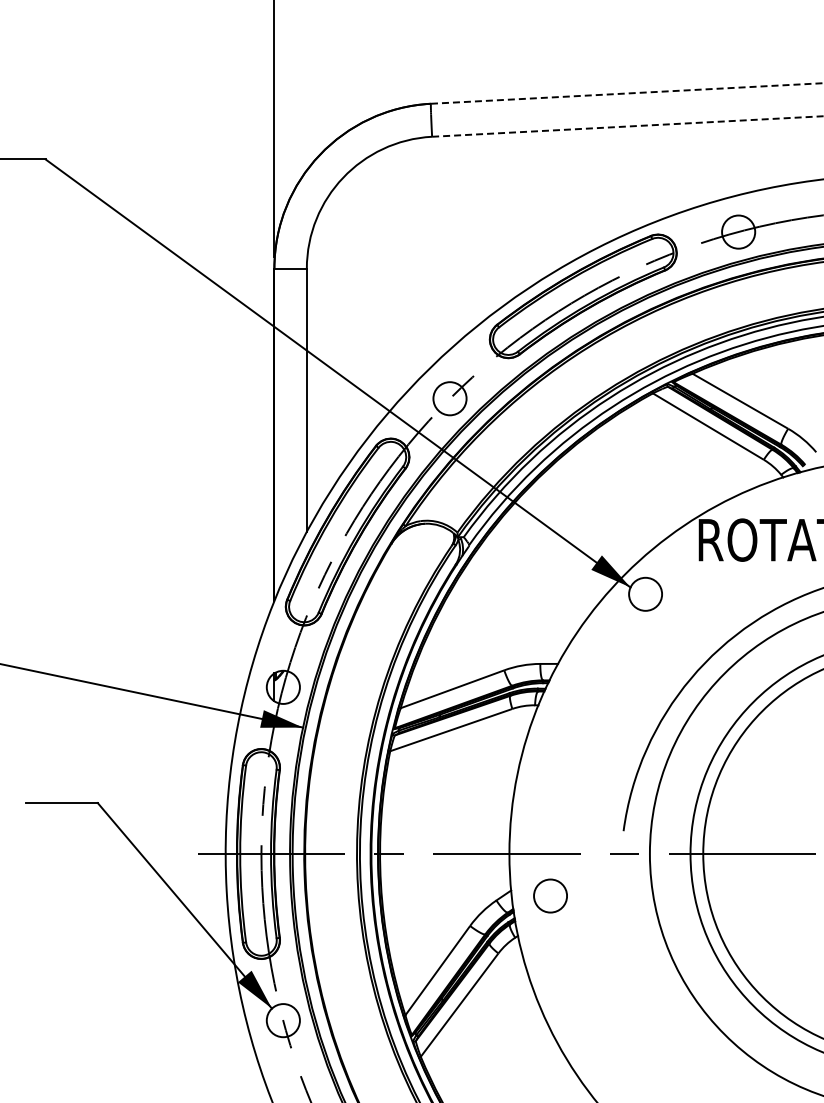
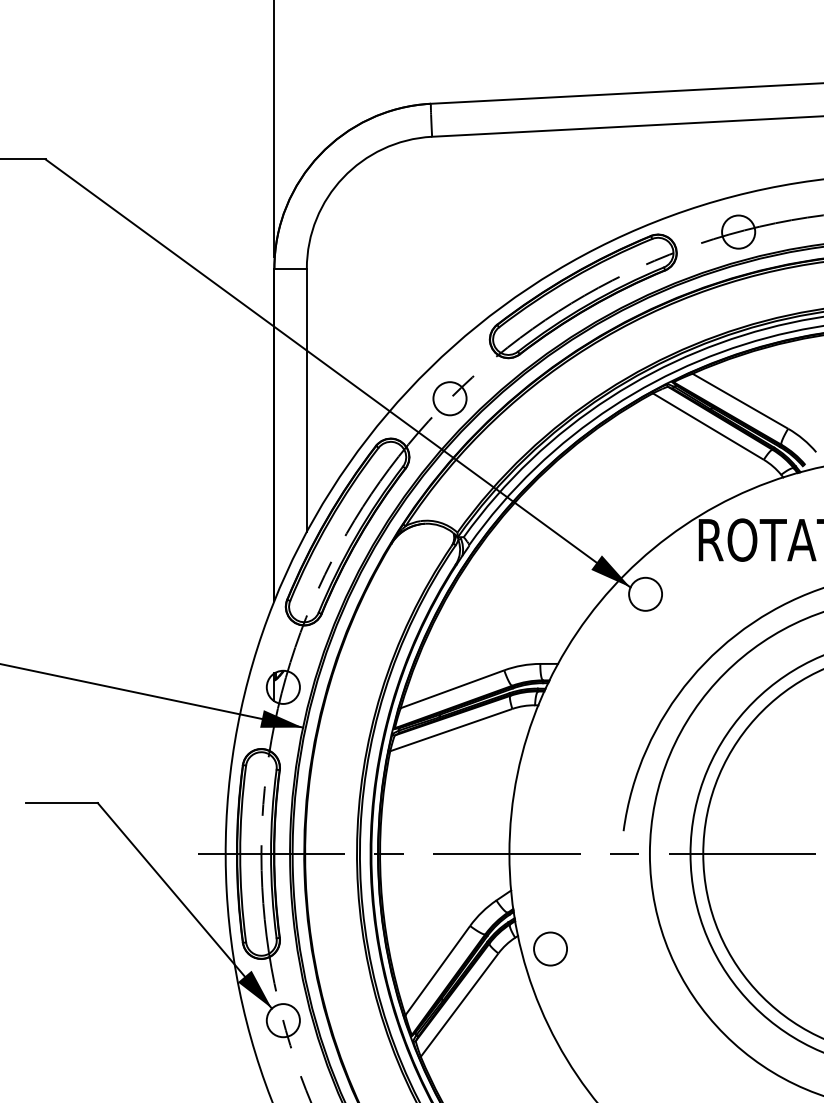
line at (627, 93): dashed -> solid
line at (627, 126): dashed -> solid
circle at (550, 895) position: (550, 895) -> (550, 948)
